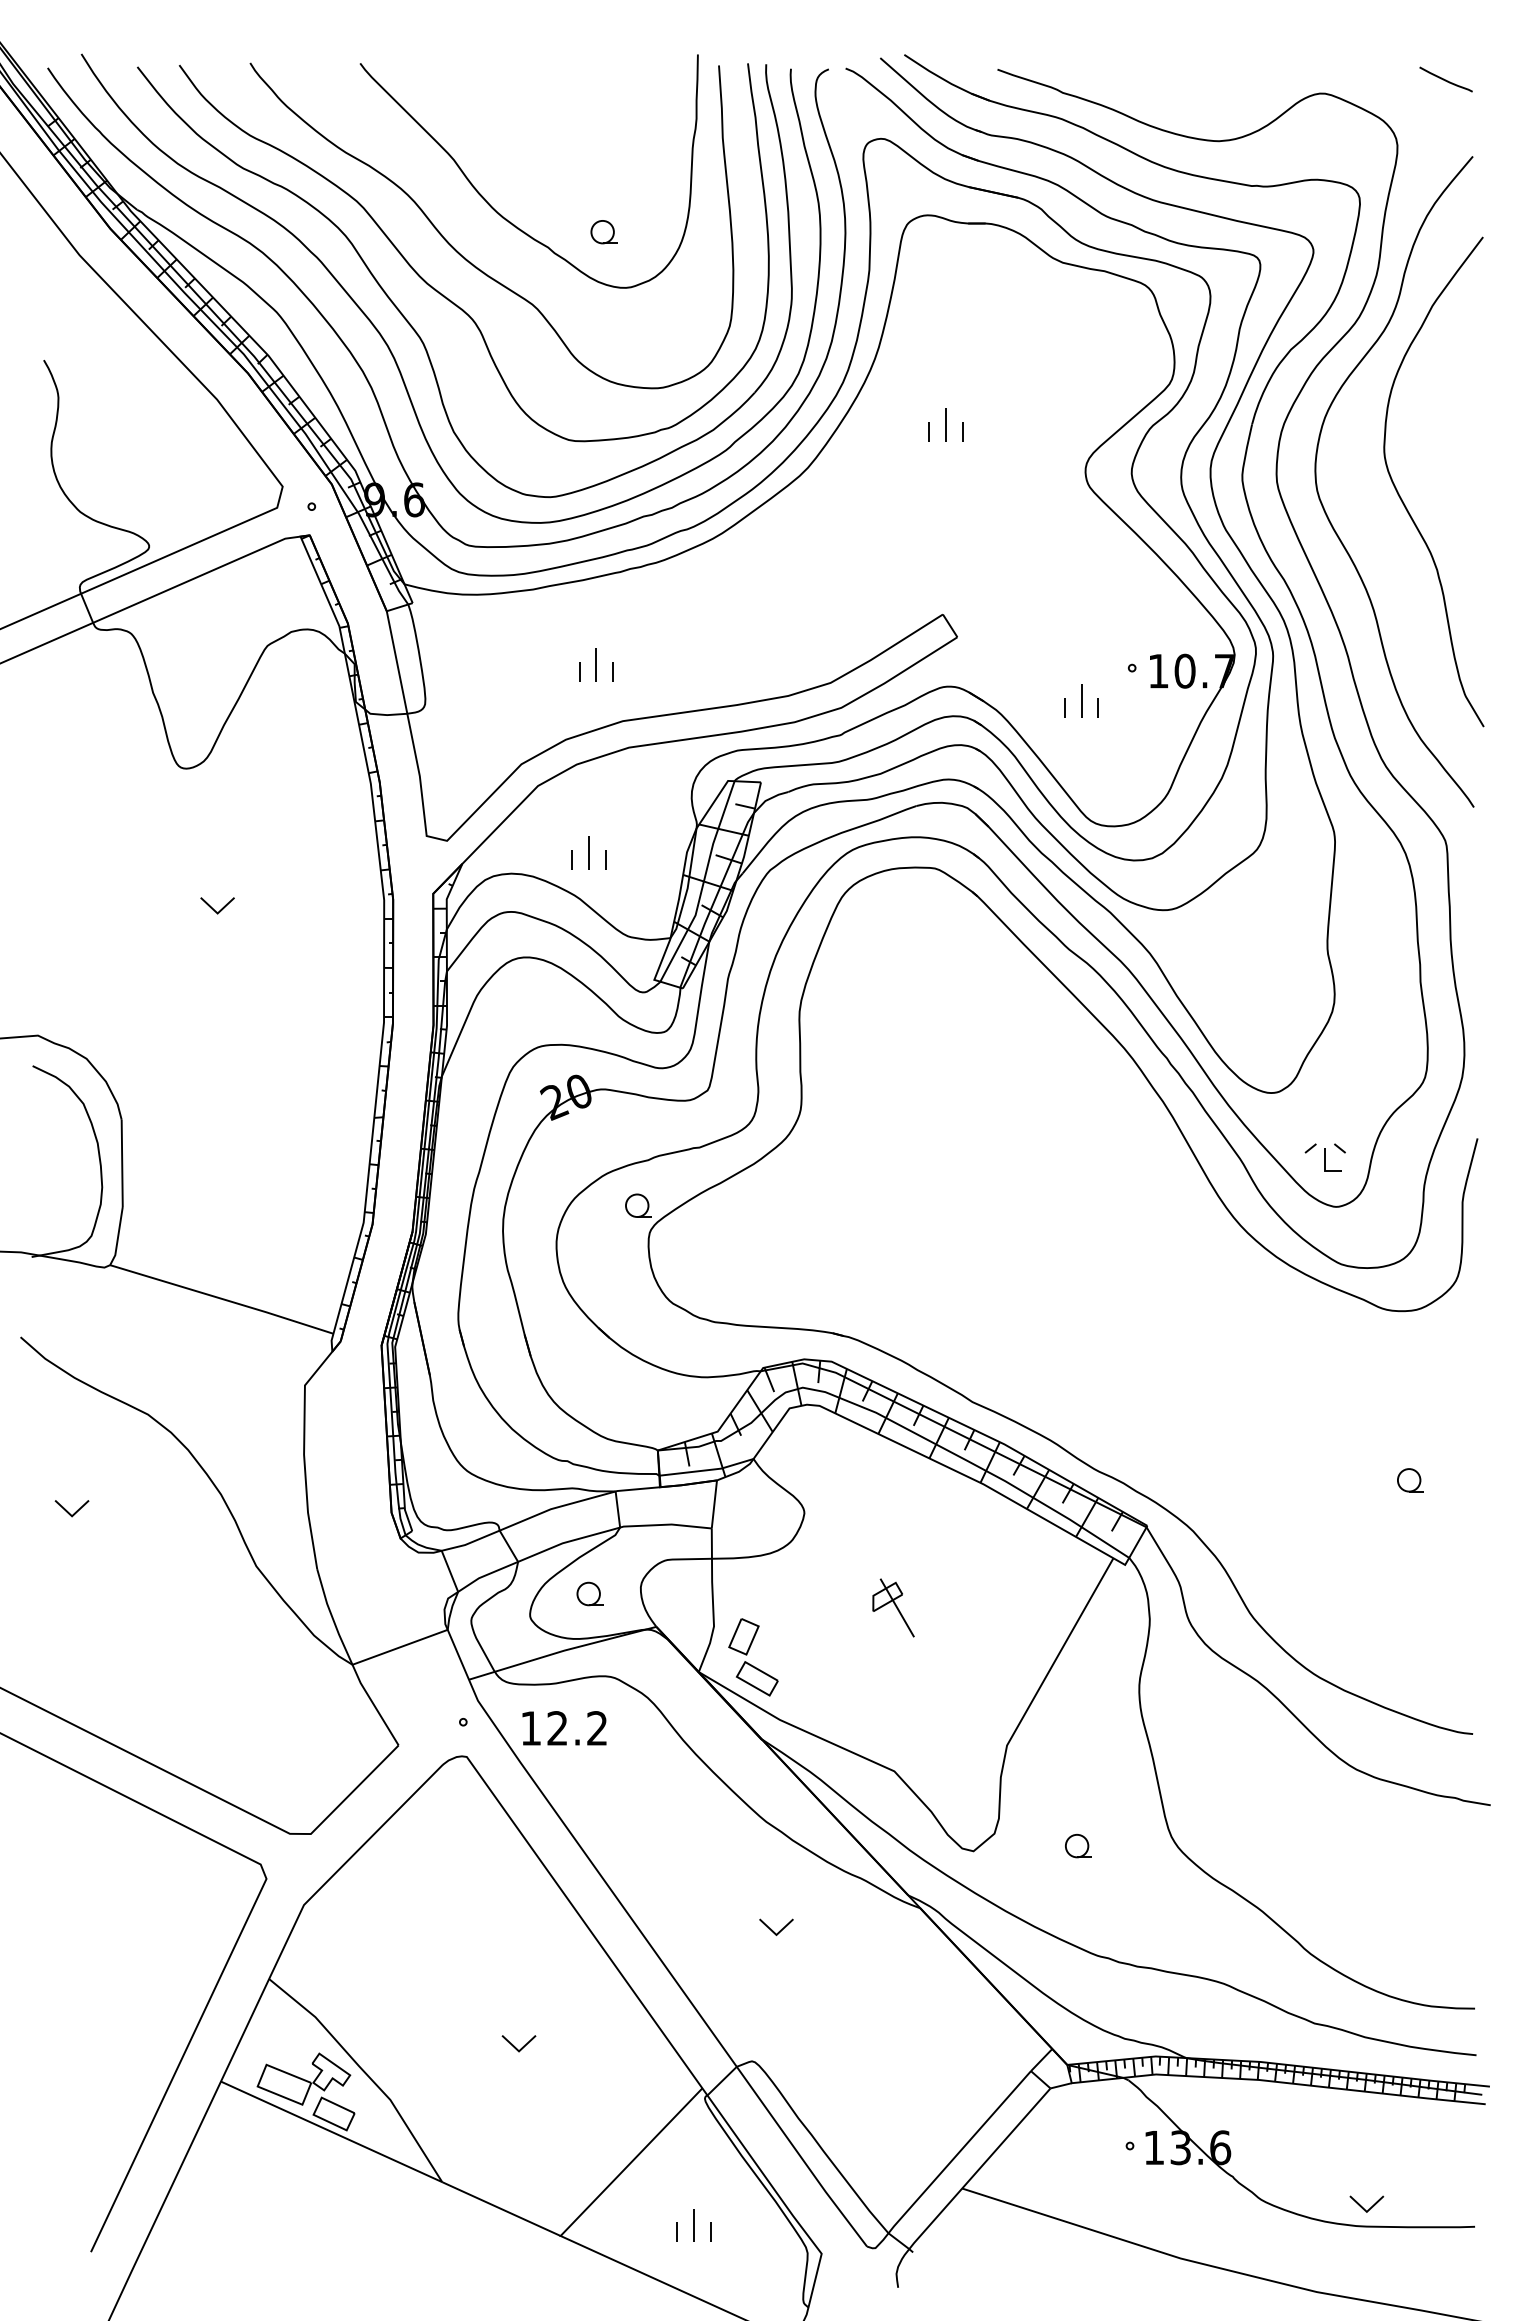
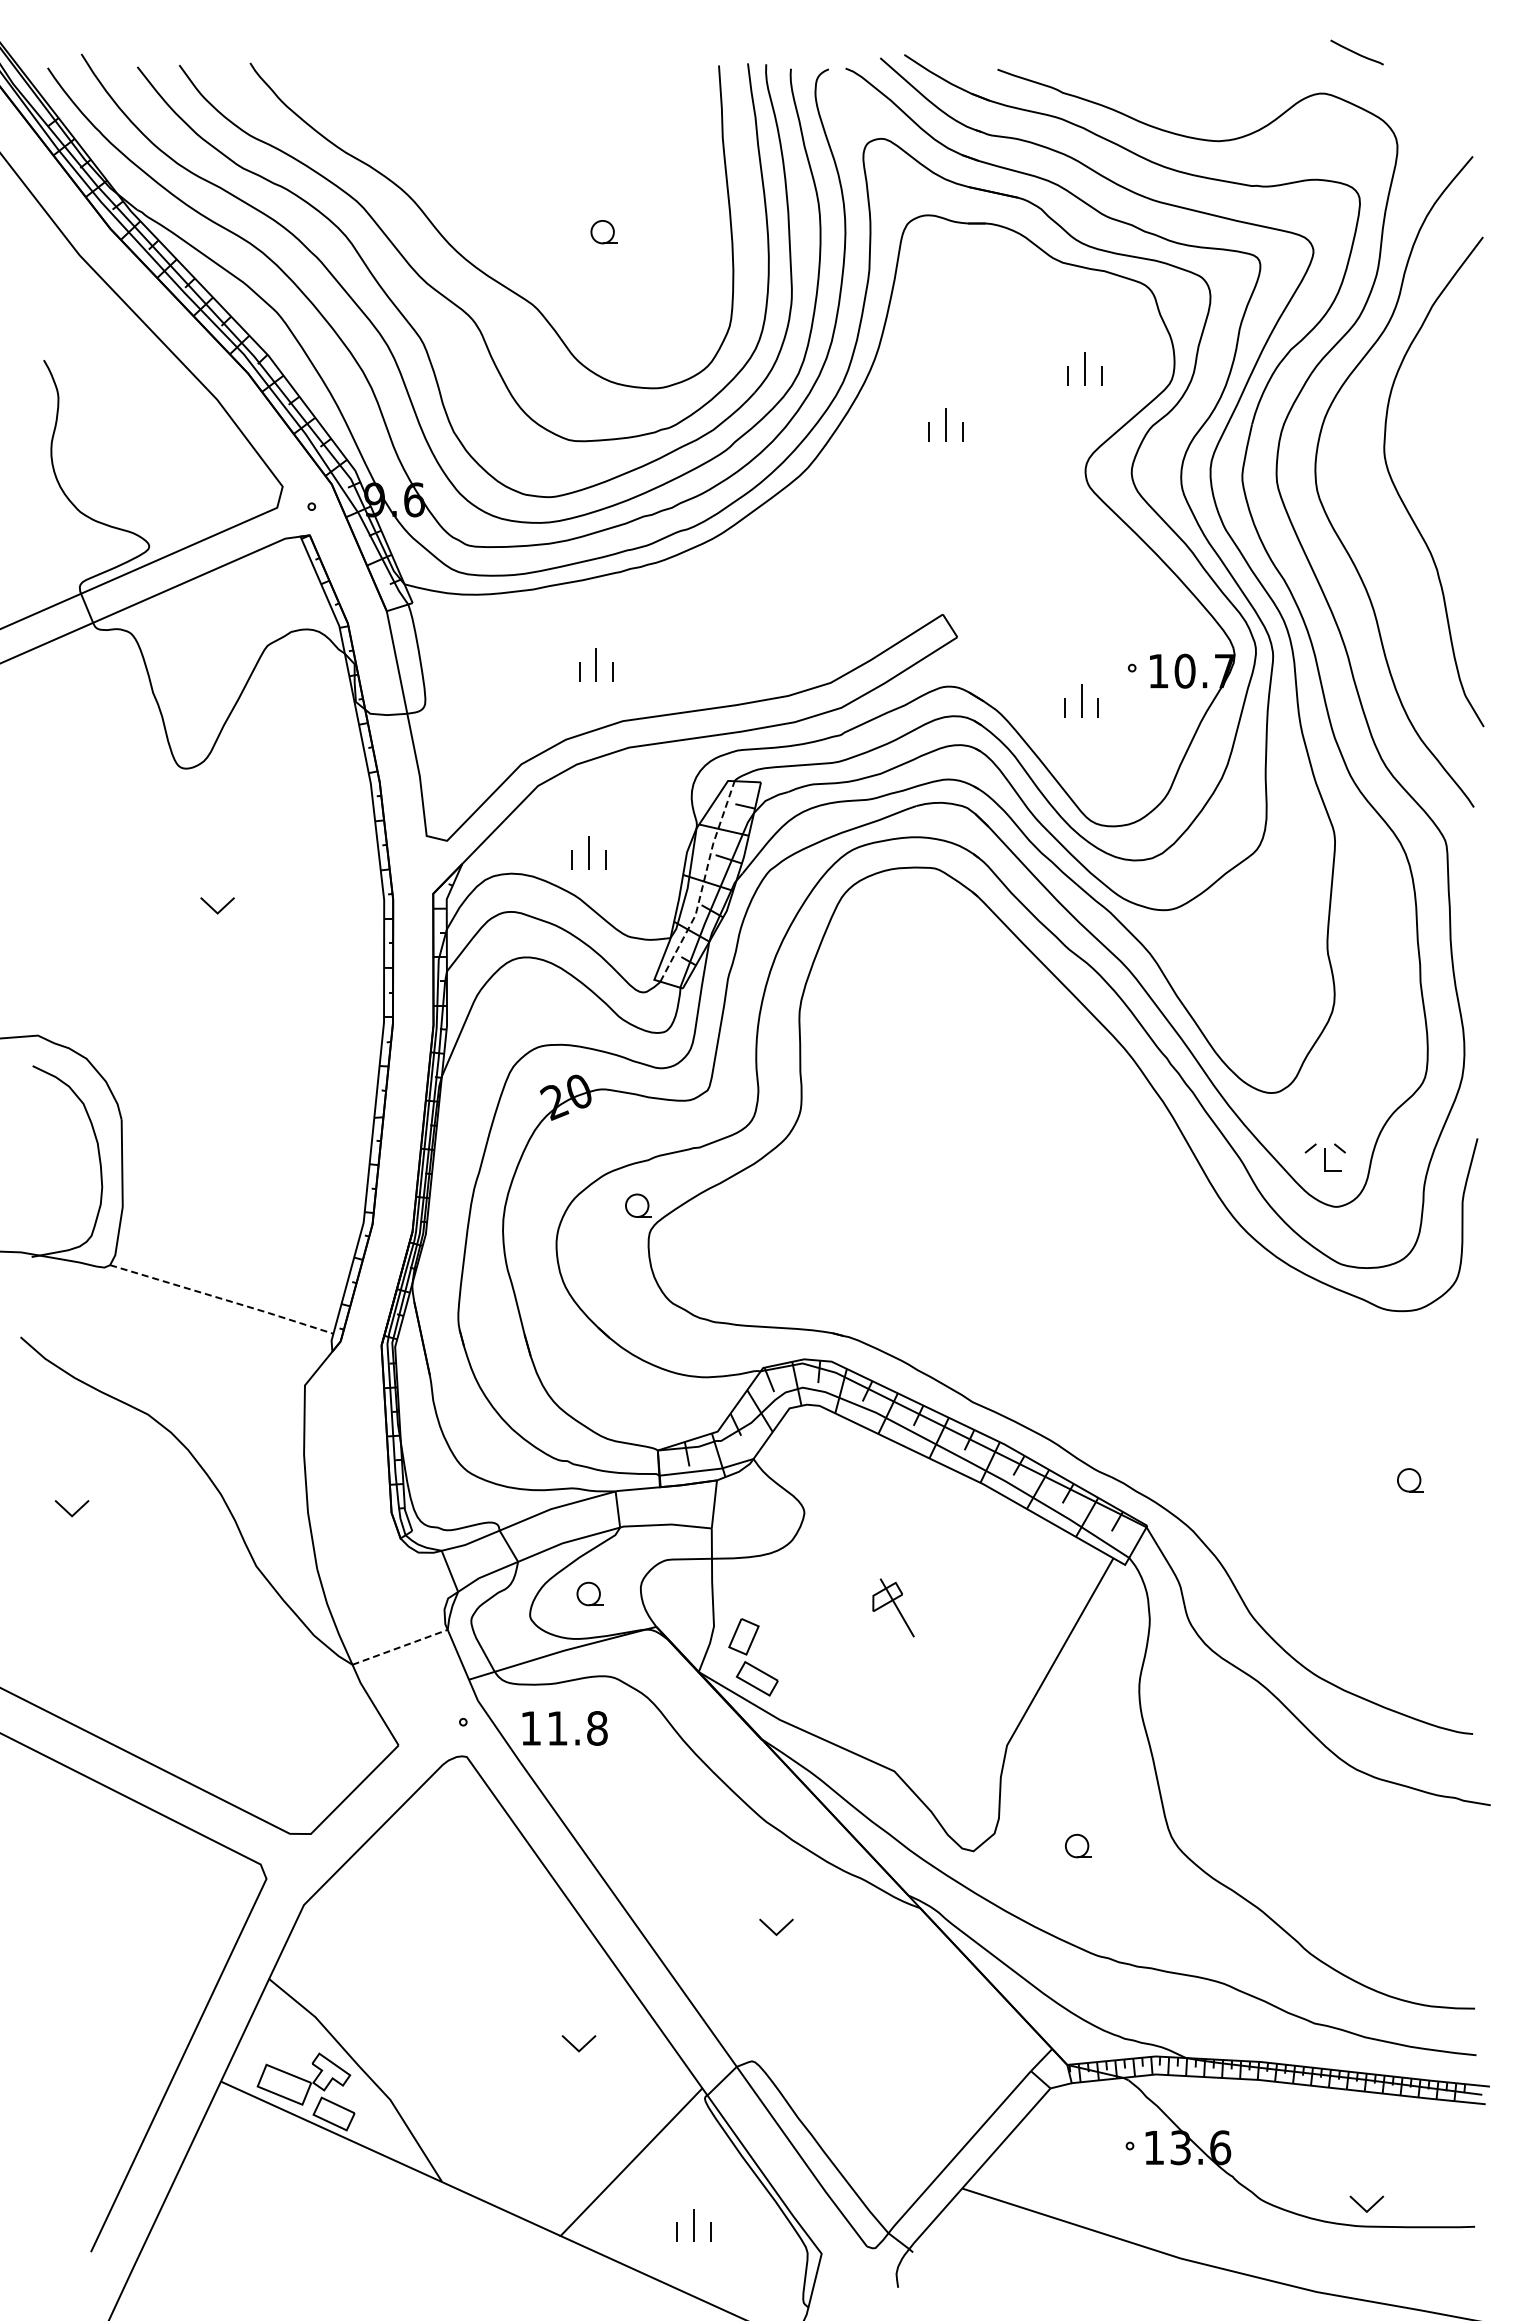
curve at (1445, 79) position: (1445, 79) -> (1356, 52)
curve at (492, 206): present -> none
part at (1084, 368): none -> present
line at (703, 883): solid -> dashed
line at (222, 1299): solid -> dashed
line at (400, 1647): solid -> dashed
text at (577, 1728): 12.2 -> 11.8
part at (518, 2043) position: (518, 2043) -> (578, 2043)
